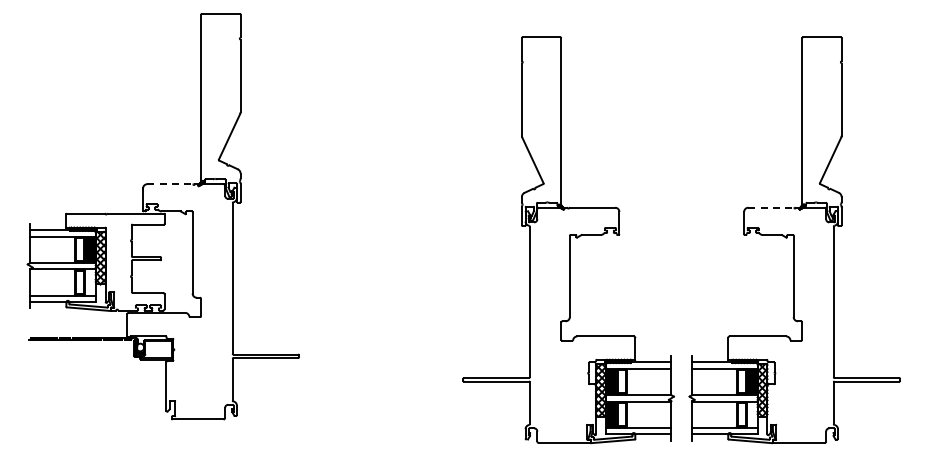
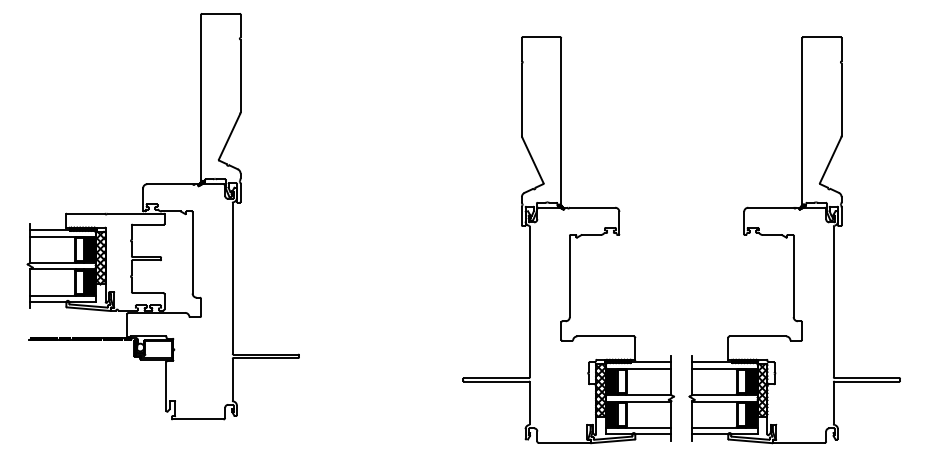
line at (169, 184): dashed -> solid
line at (770, 207): dashed -> solid
fill at (89, 282): none -> present
fill at (751, 414): none -> present
